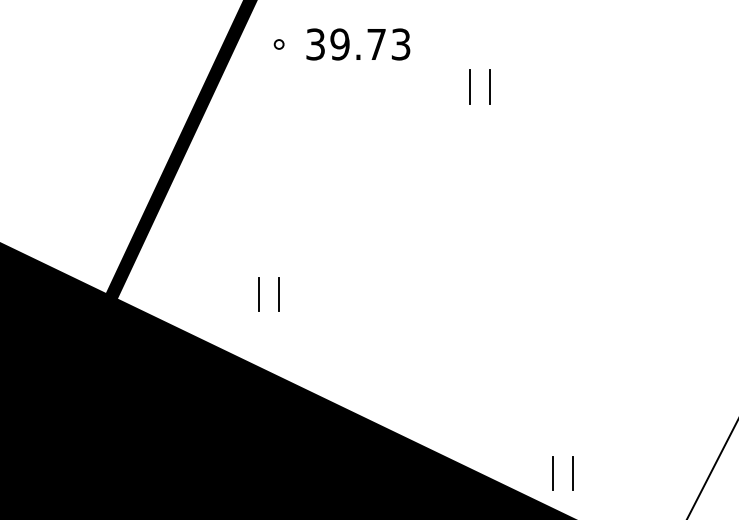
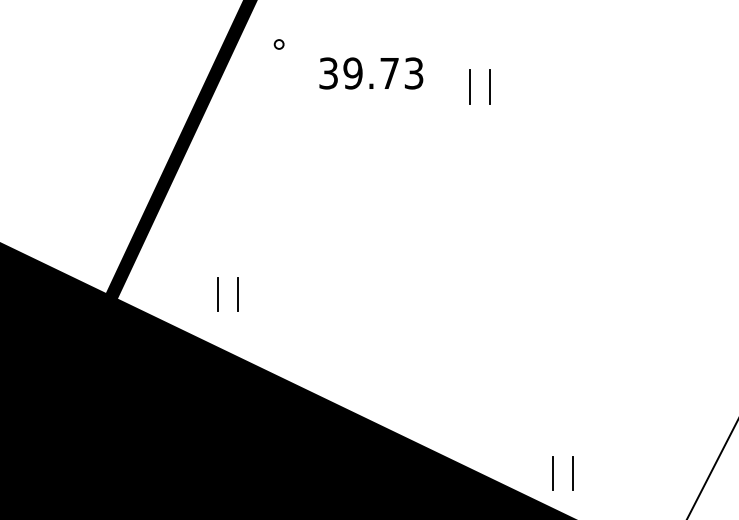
text at (358, 44) position: (358, 44) -> (371, 73)
part at (259, 294) position: (259, 294) -> (218, 294)
